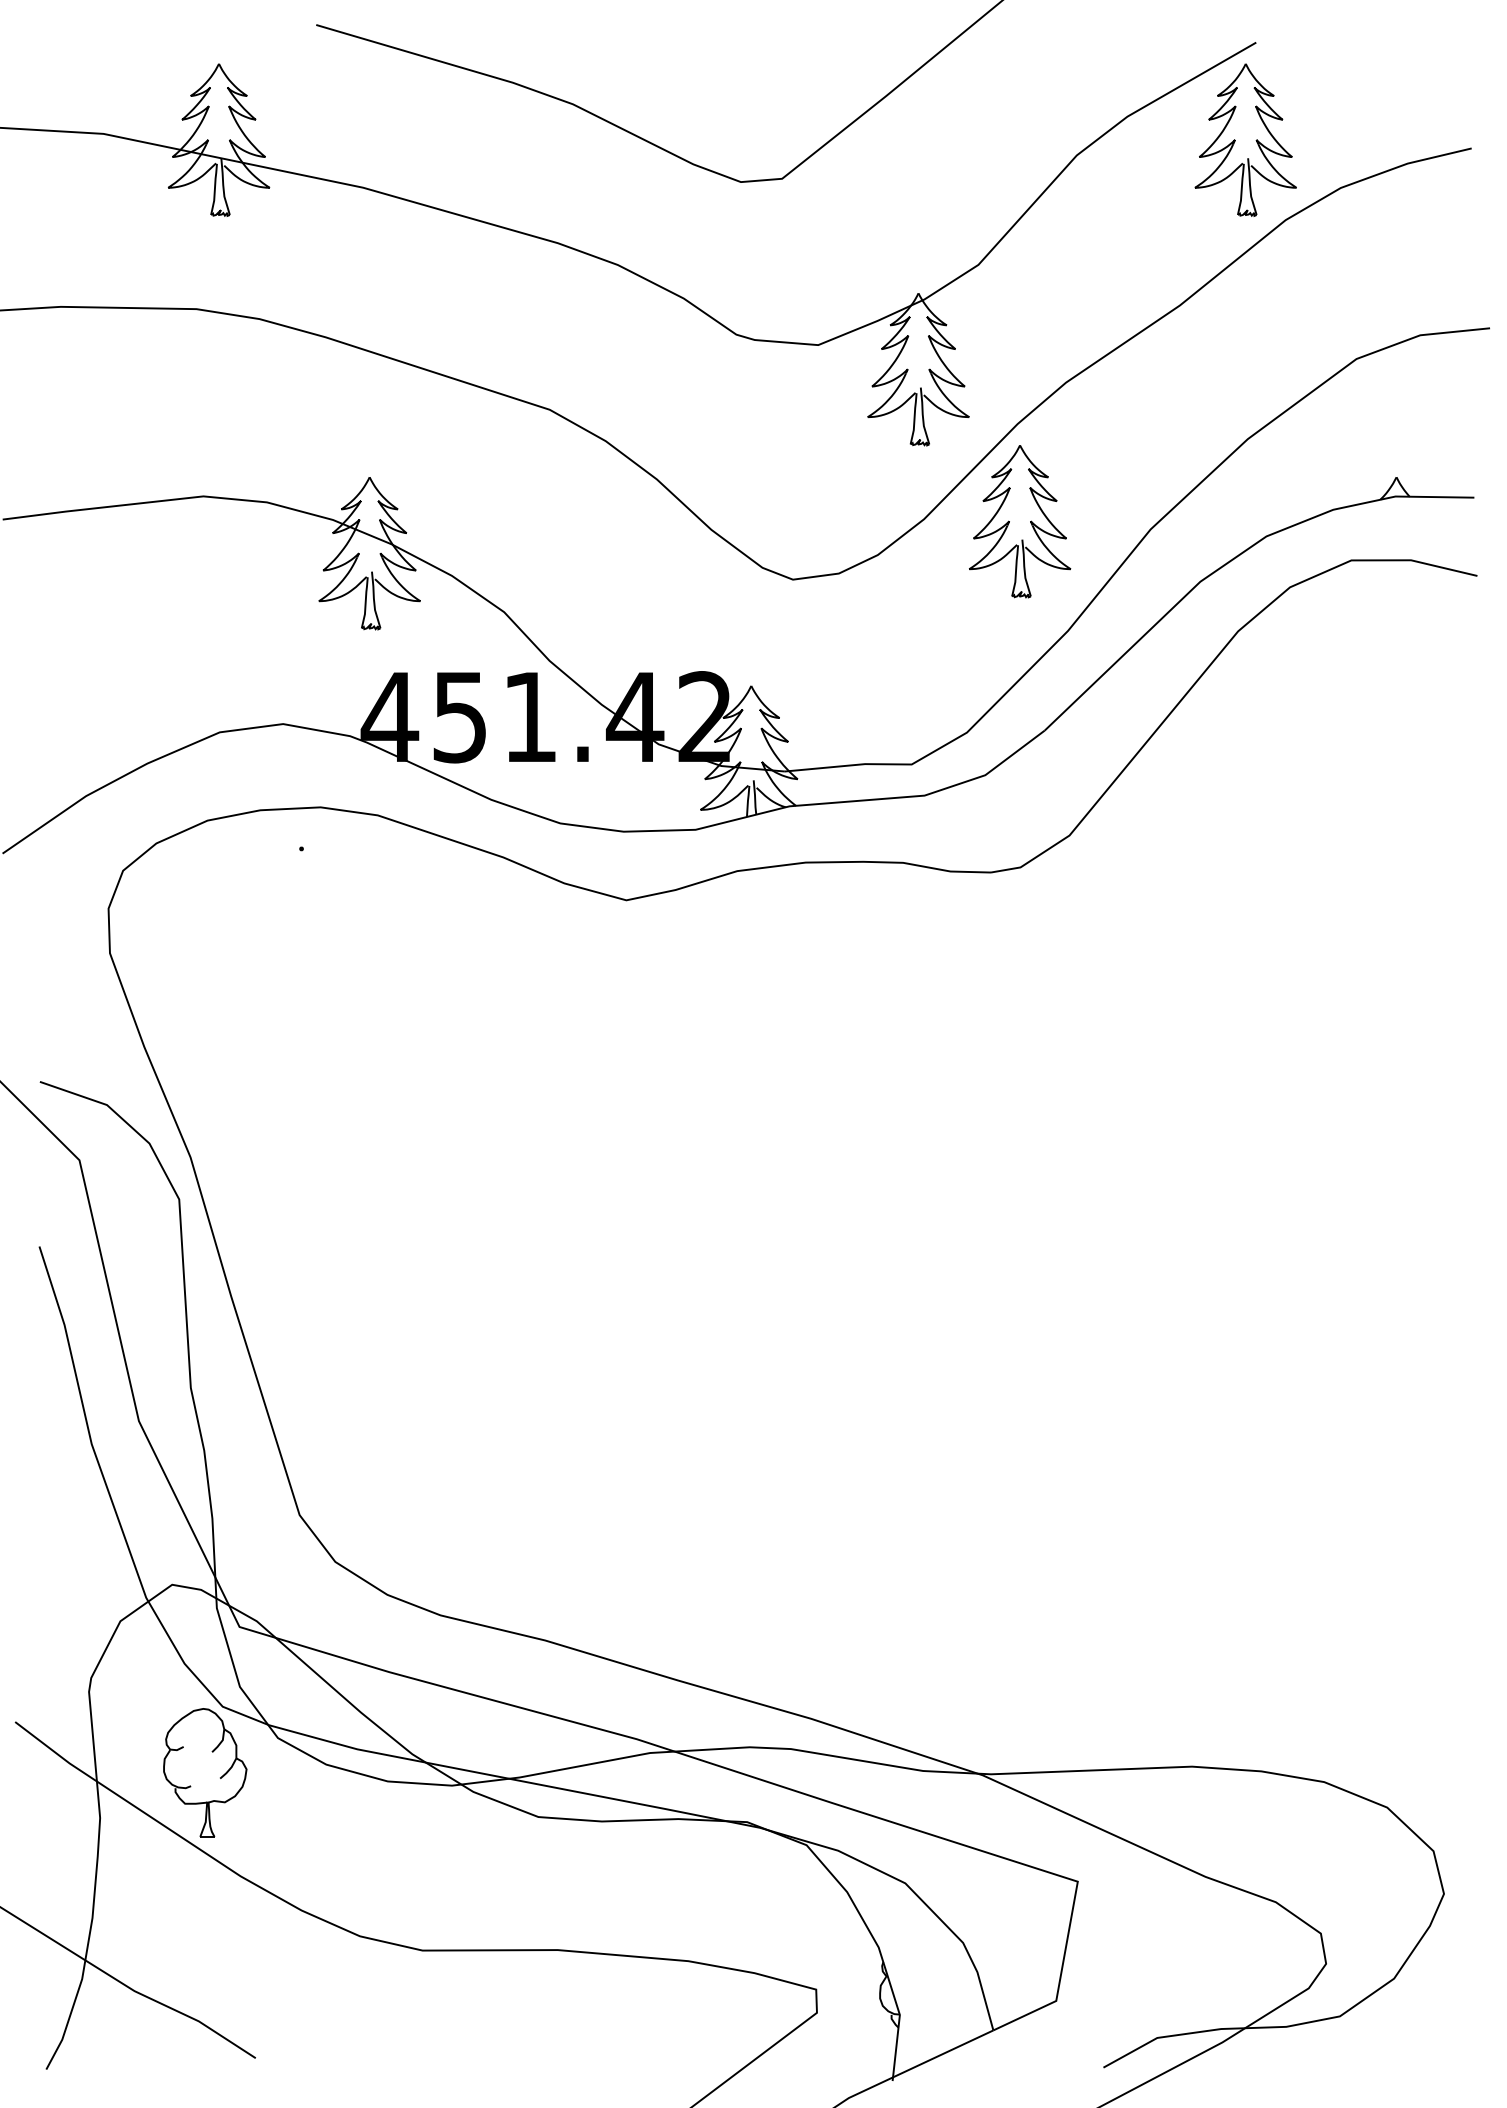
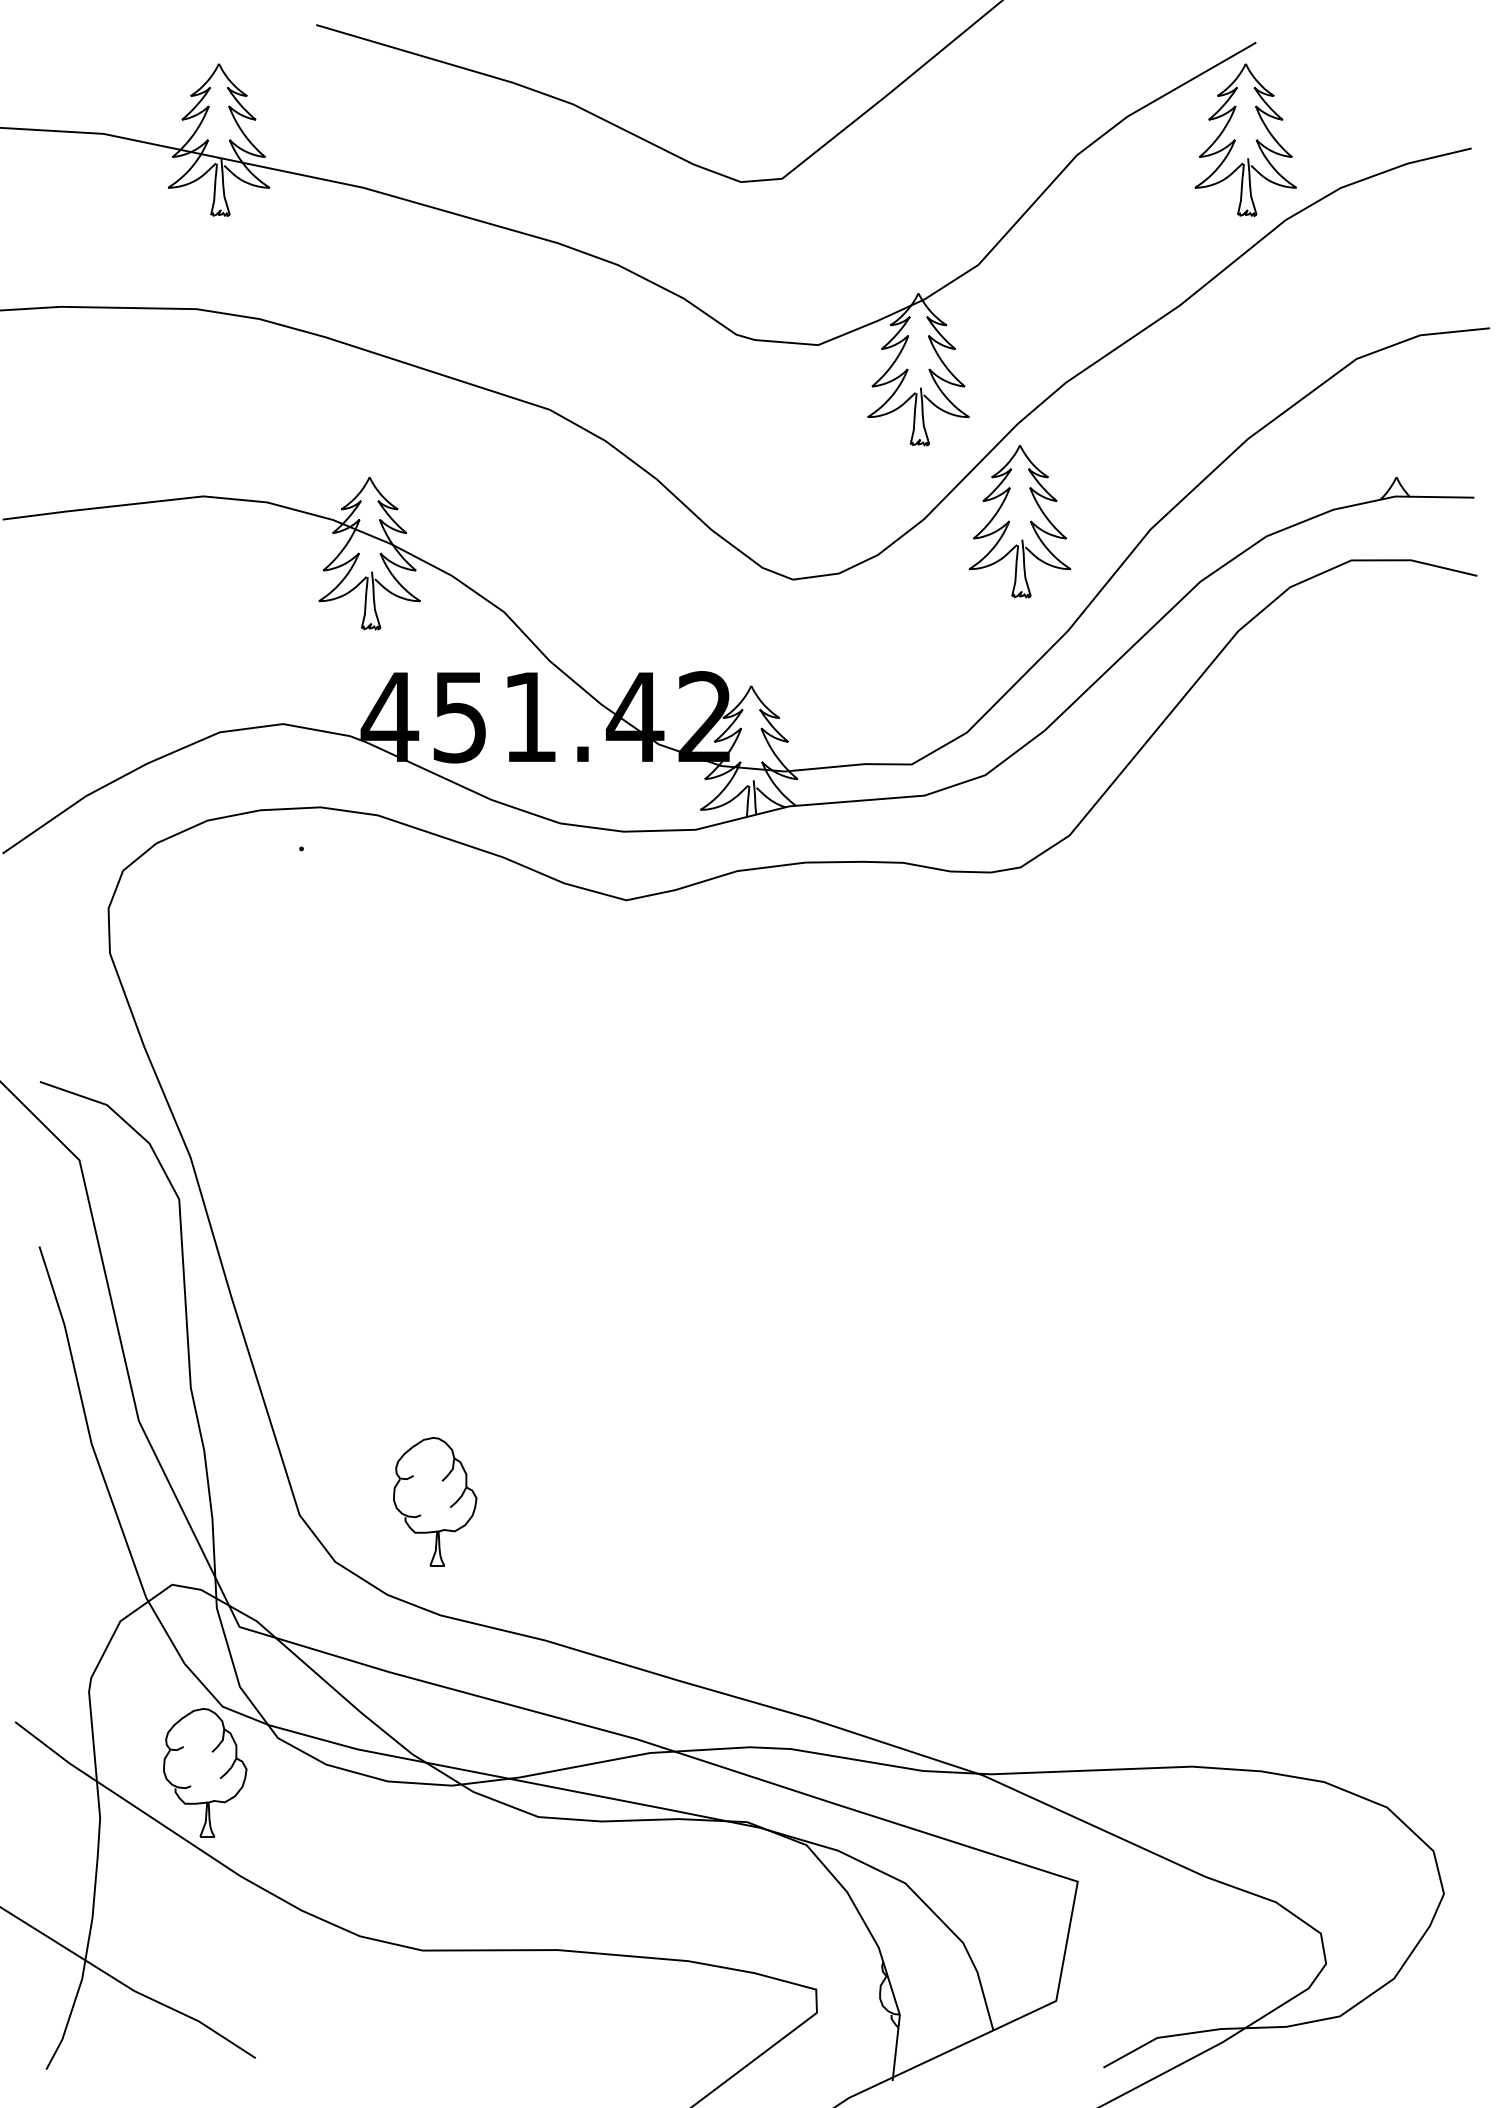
part at (435, 1501): none -> present
